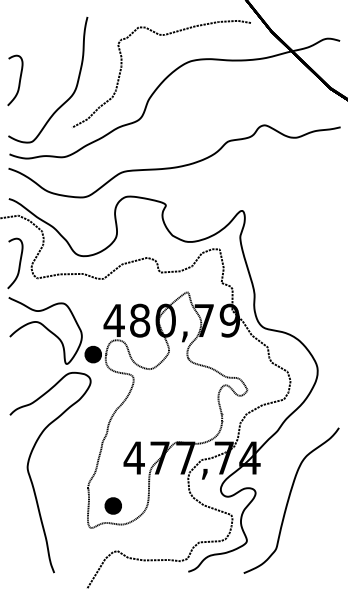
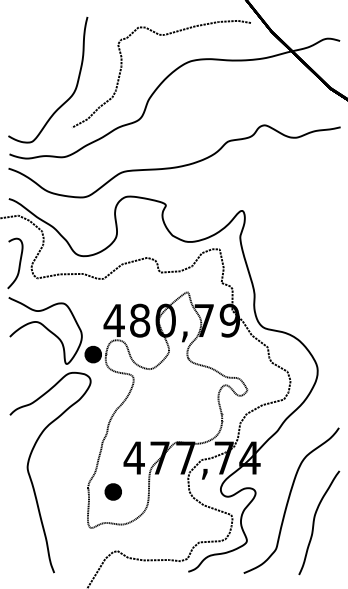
curve at (18, 82): present -> none
part at (112, 505) position: (112, 505) -> (112, 491)
curve at (314, 522): none -> present
